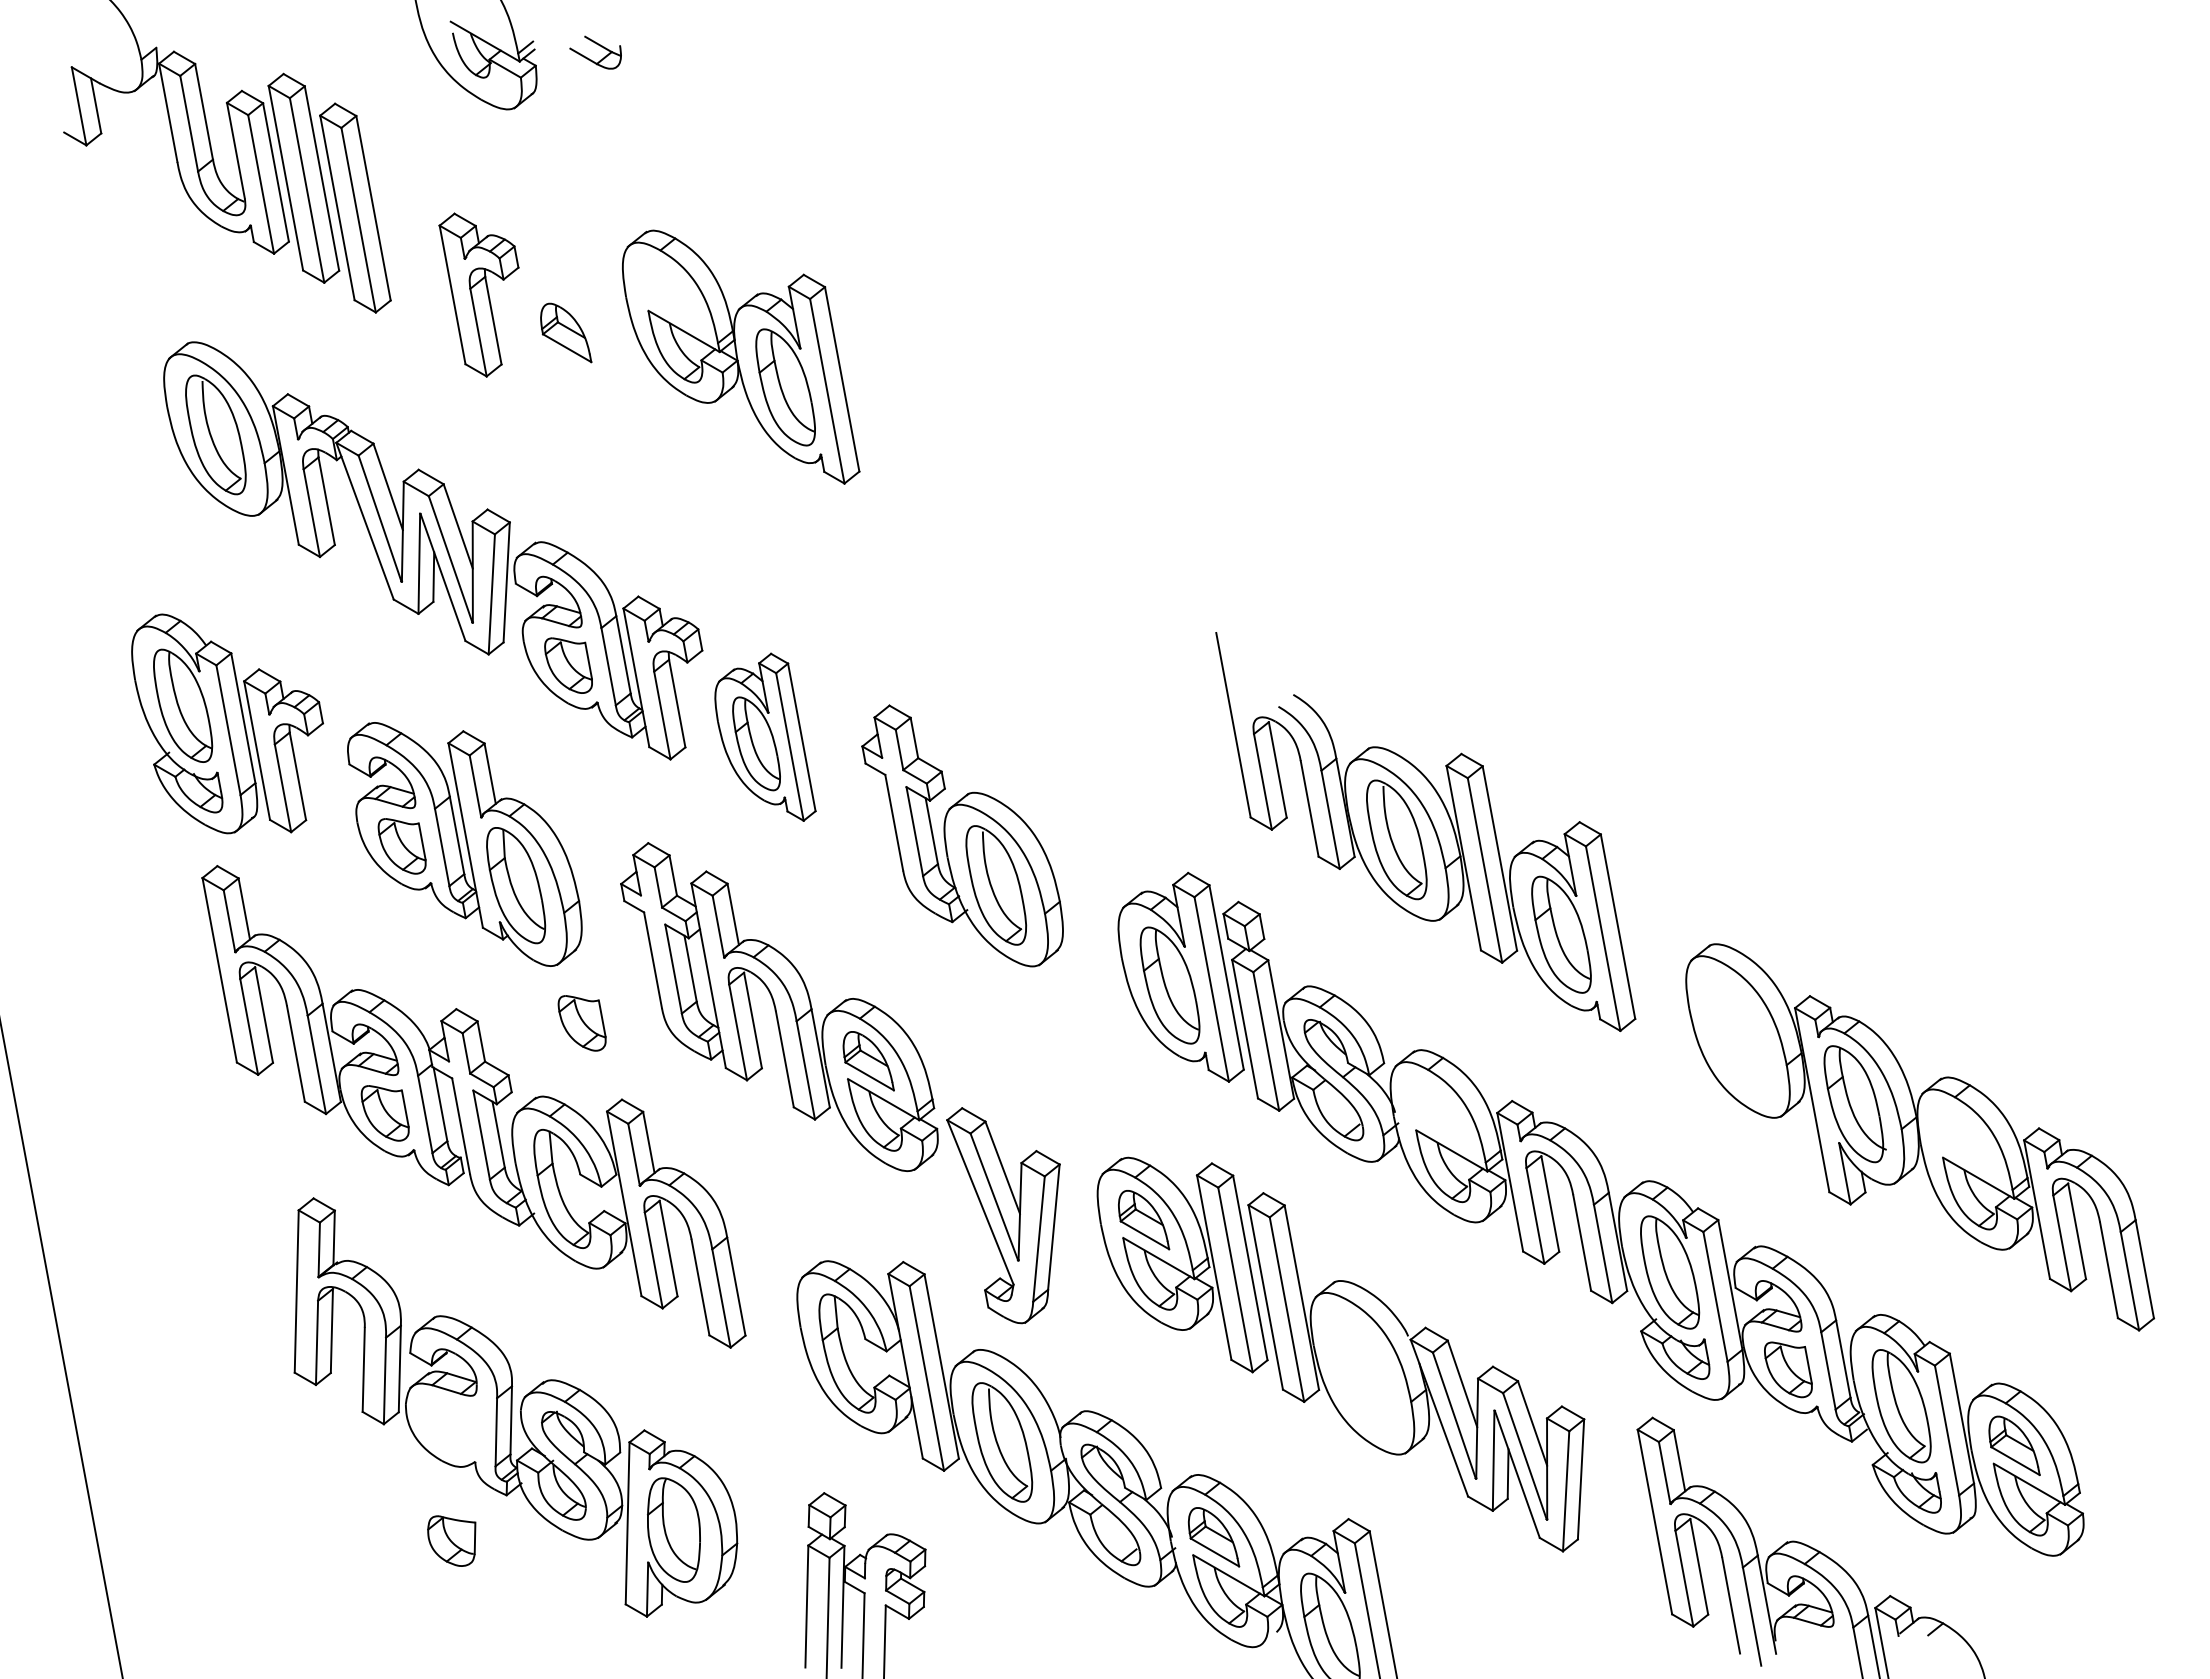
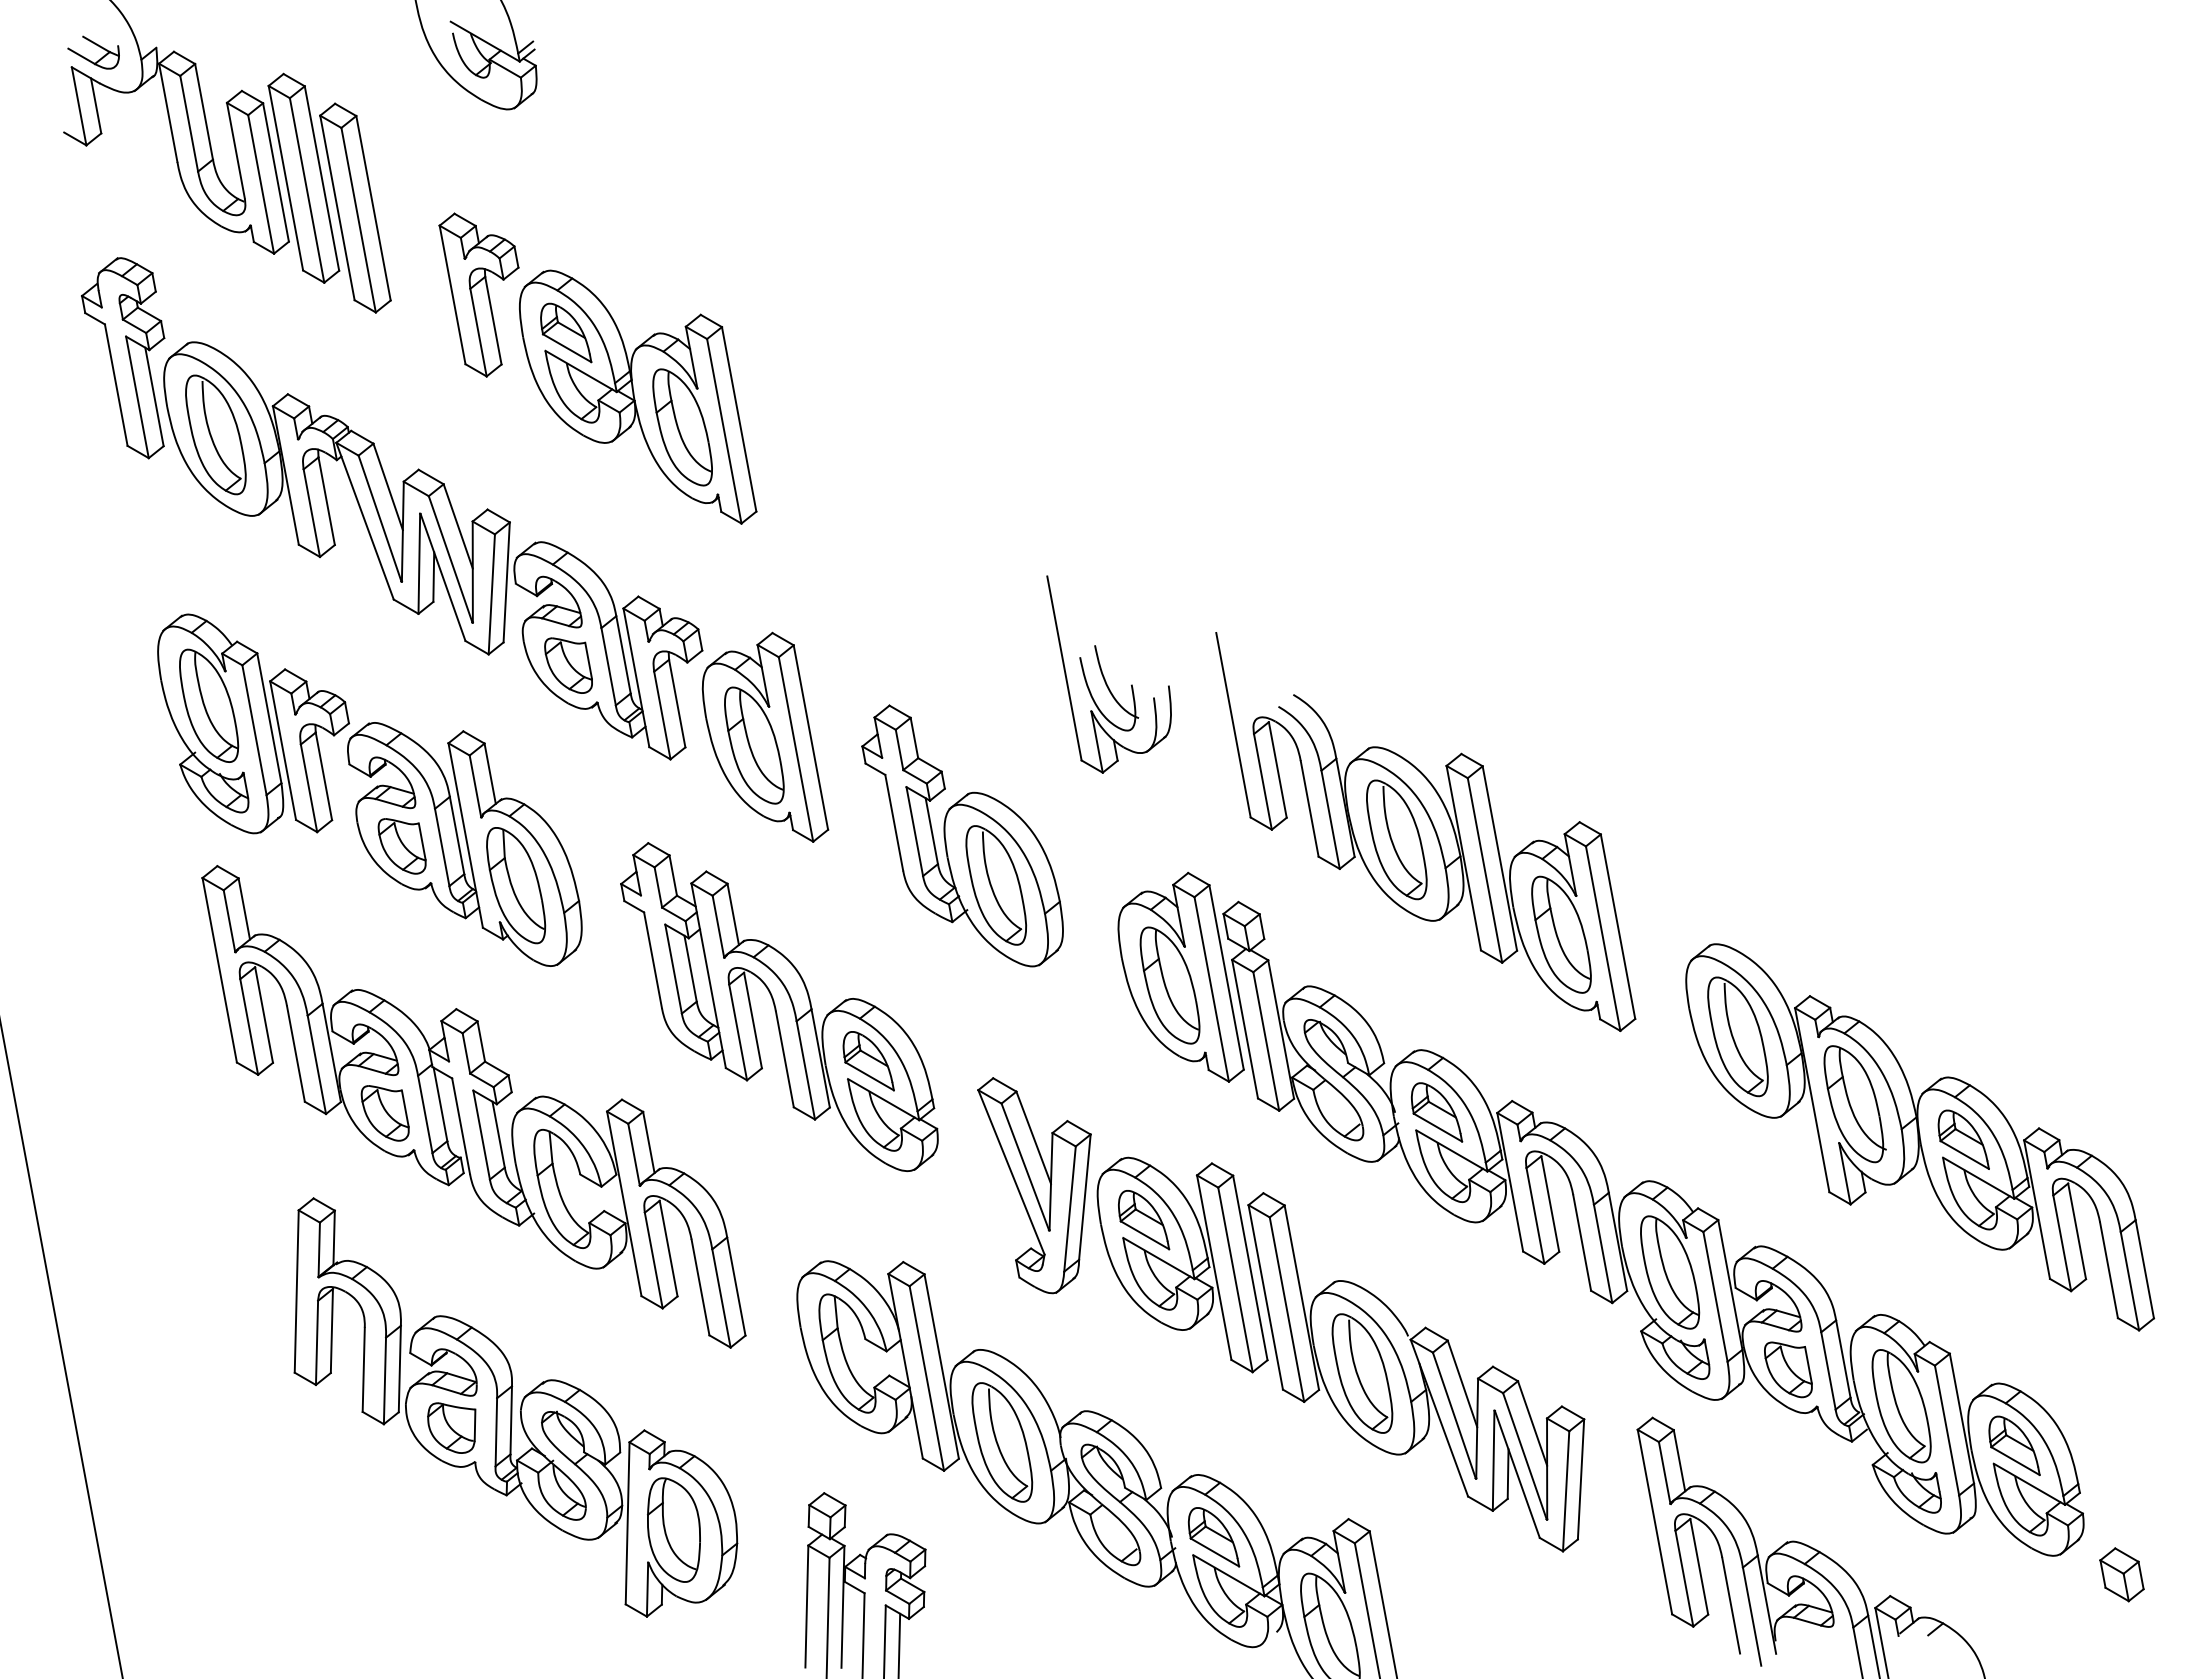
part at (599, 46) position: (599, 46) -> (97, 46)
part at (741, 356) position: (741, 356) -> (638, 396)
part at (123, 358): none -> present
part at (1108, 674): none -> present
part at (227, 723) position: (227, 723) -> (253, 723)
part at (765, 736) size: 103x170 px -> 129x212 px
part at (581, 1023): present -> none
part at (1737, 1036): none -> present
part at (1436, 1112): none -> present
part at (1963, 1139): none -> present
part at (1003, 1215) position: (1003, 1215) -> (1034, 1185)
part at (1362, 1373): none -> present
part at (451, 1540) position: (451, 1540) -> (451, 1427)
part at (2121, 1574): none -> present
line at (899, 1644): none -> present
